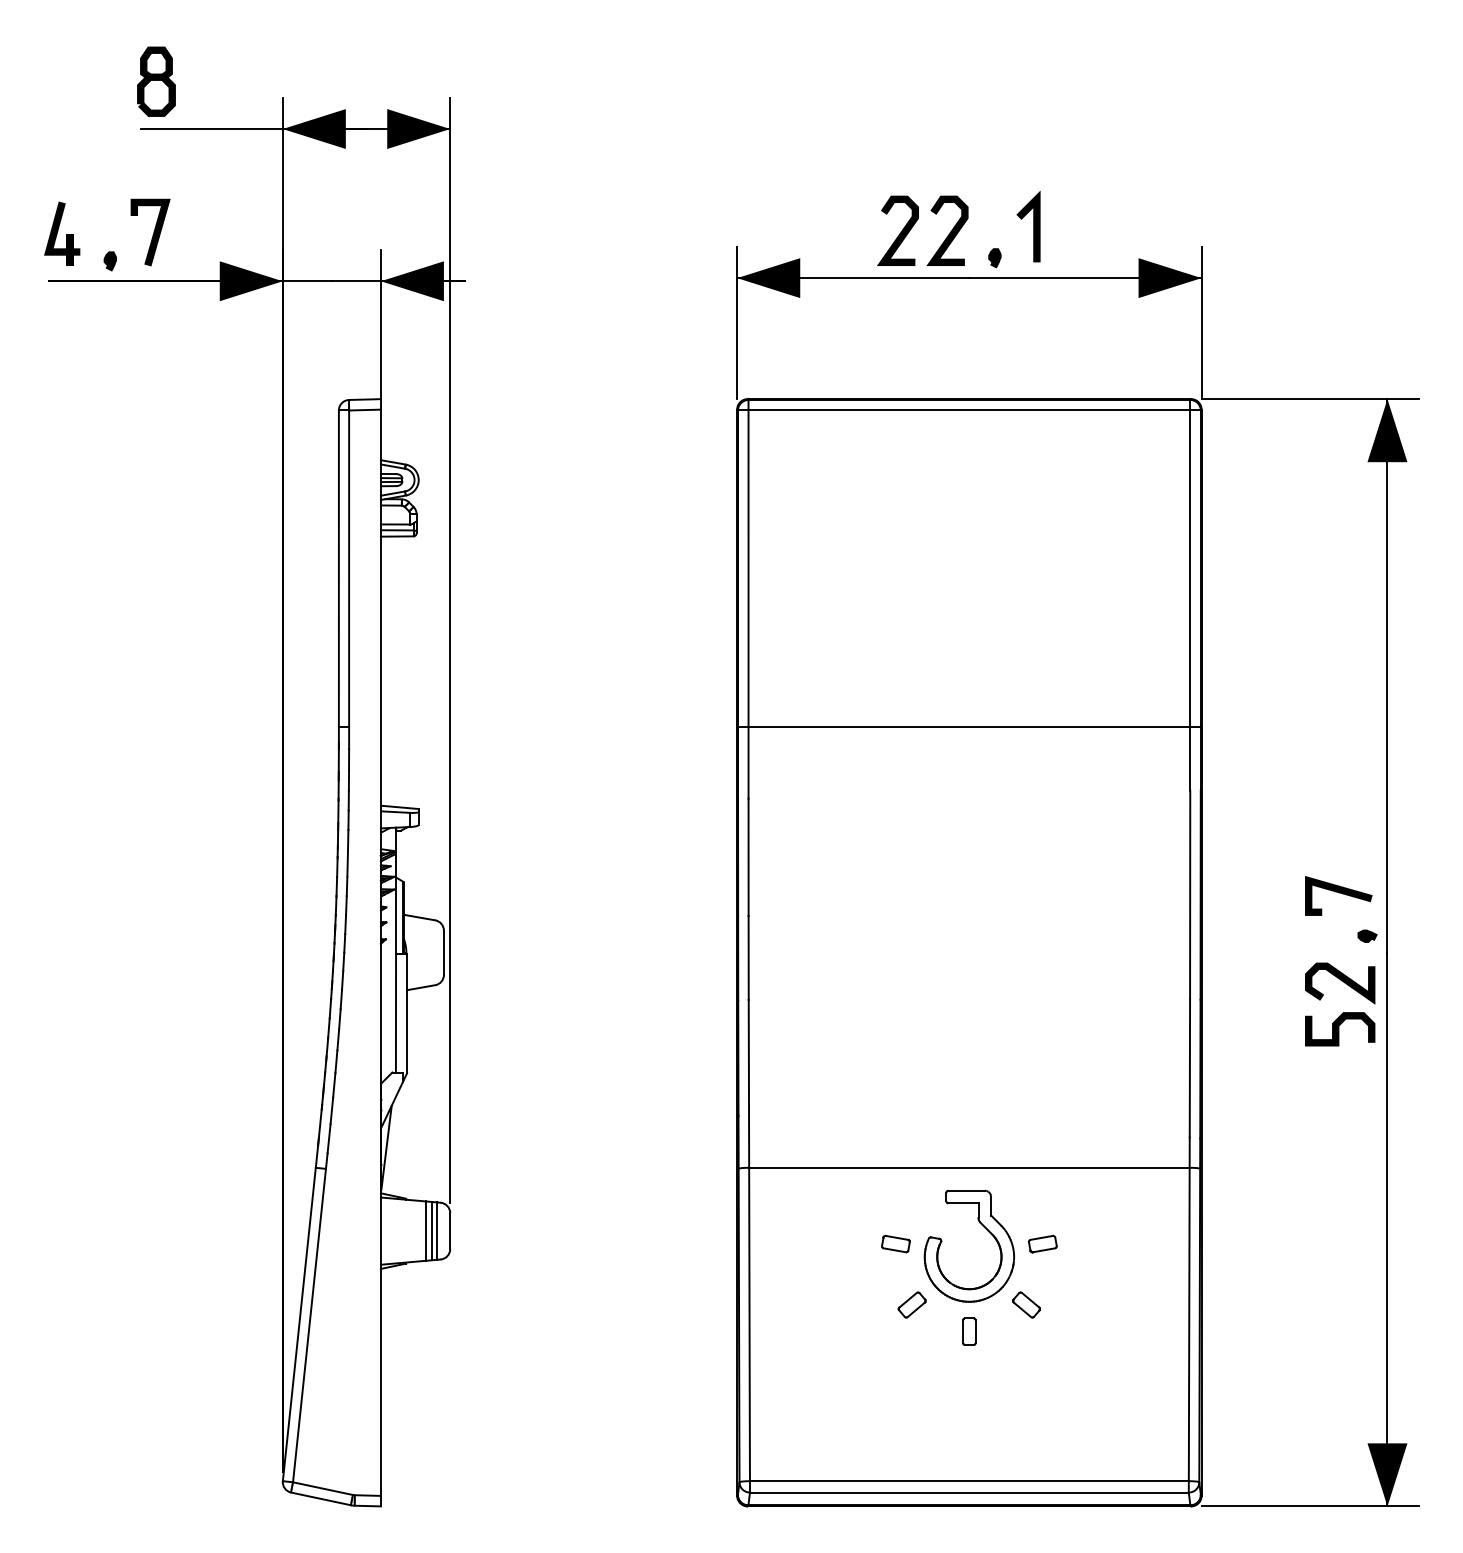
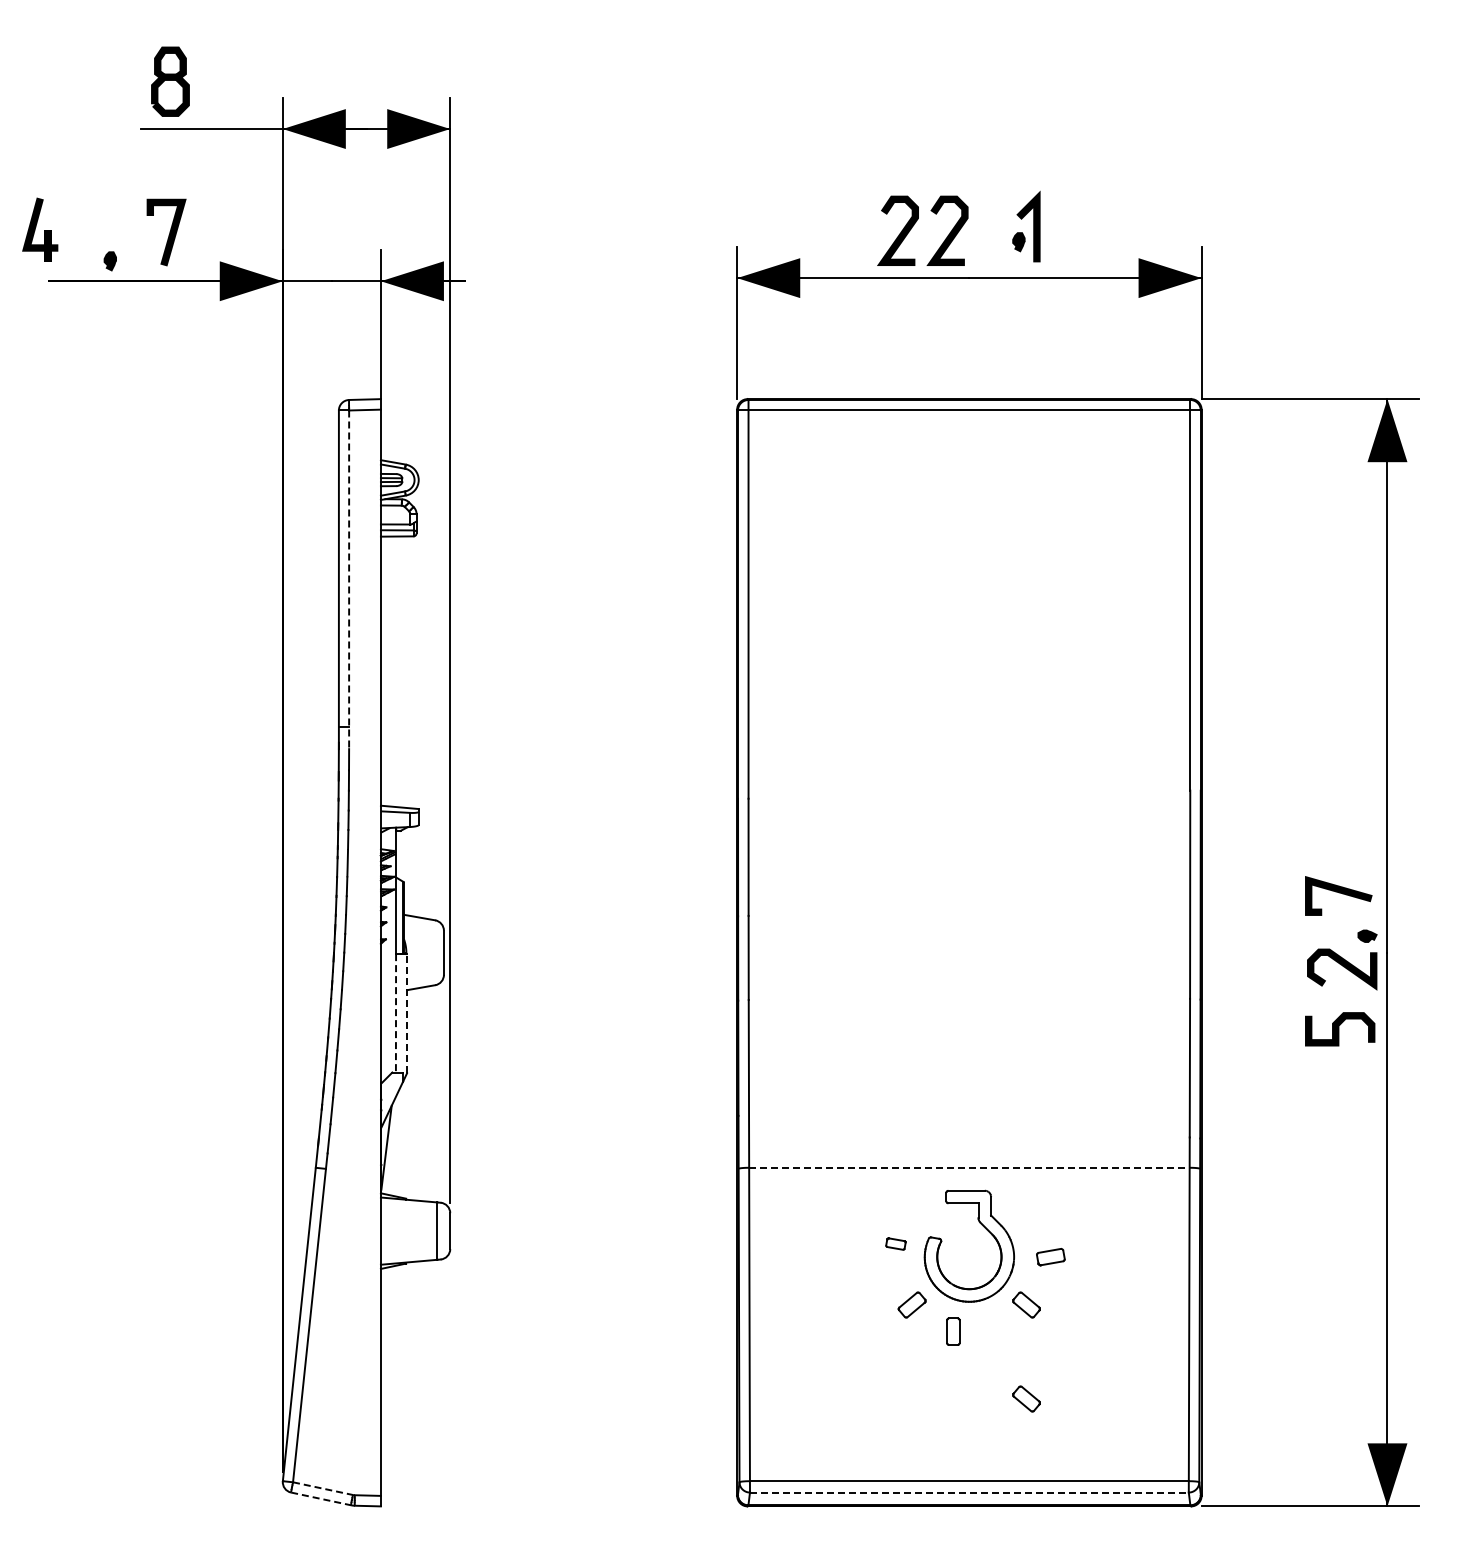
part at (156, 81) position: (156, 81) -> (170, 81)
line at (153, 232) position: (153, 232) -> (169, 232)
part at (62, 233) position: (62, 233) -> (40, 229)
part at (994, 258) position: (994, 258) -> (1018, 242)
line at (349, 580): solid -> dashed
line at (969, 727): present -> none
curve at (1341, 981) position: (1341, 981) -> (1343, 967)
line at (396, 1013): solid -> dashed
line at (407, 1013): solid -> dashed
line at (969, 1167): solid -> dashed
line at (426, 1230): present -> none
line at (432, 1231): present -> none
part at (895, 1243) size: 30x20 px -> 22x14 px
part at (1042, 1244) position: (1042, 1244) -> (1050, 1257)
part at (969, 1331) position: (969, 1331) -> (953, 1331)
part at (1026, 1398): none -> present
line at (323, 1488): solid -> dashed
line at (969, 1492): solid -> dashed
line at (321, 1498): solid -> dashed
